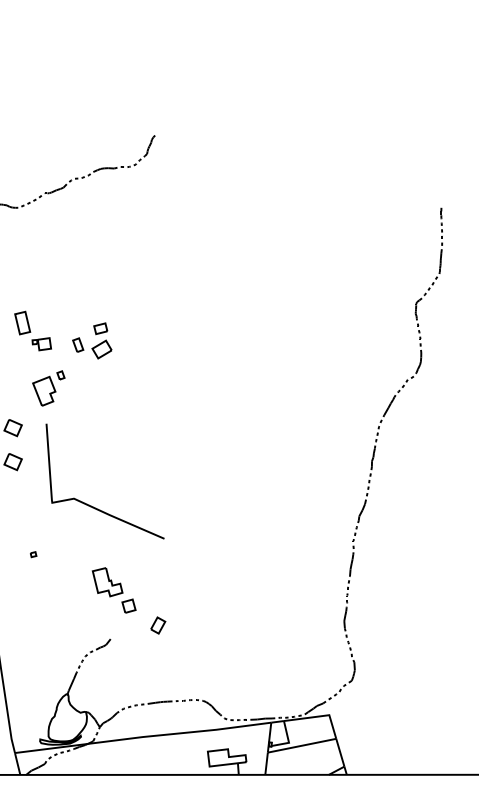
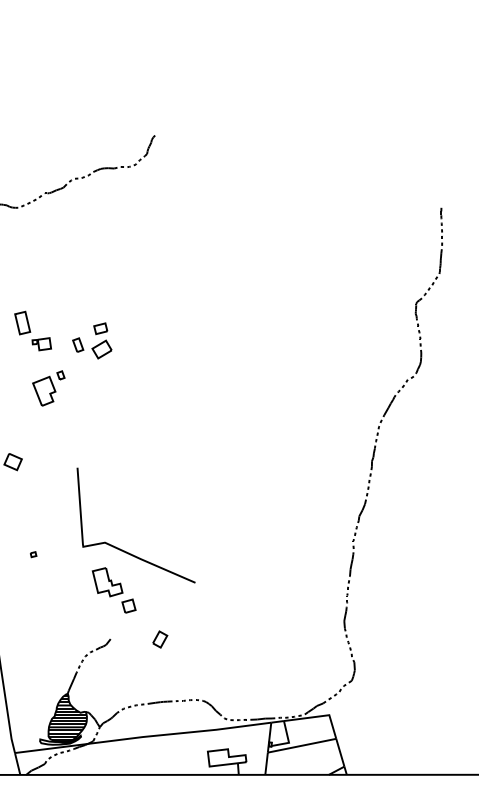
part at (12, 428): present -> none
curve at (91, 505) position: (91, 505) -> (122, 549)
part at (158, 625) position: (158, 625) -> (160, 639)
hatch at (67, 717): none -> present
